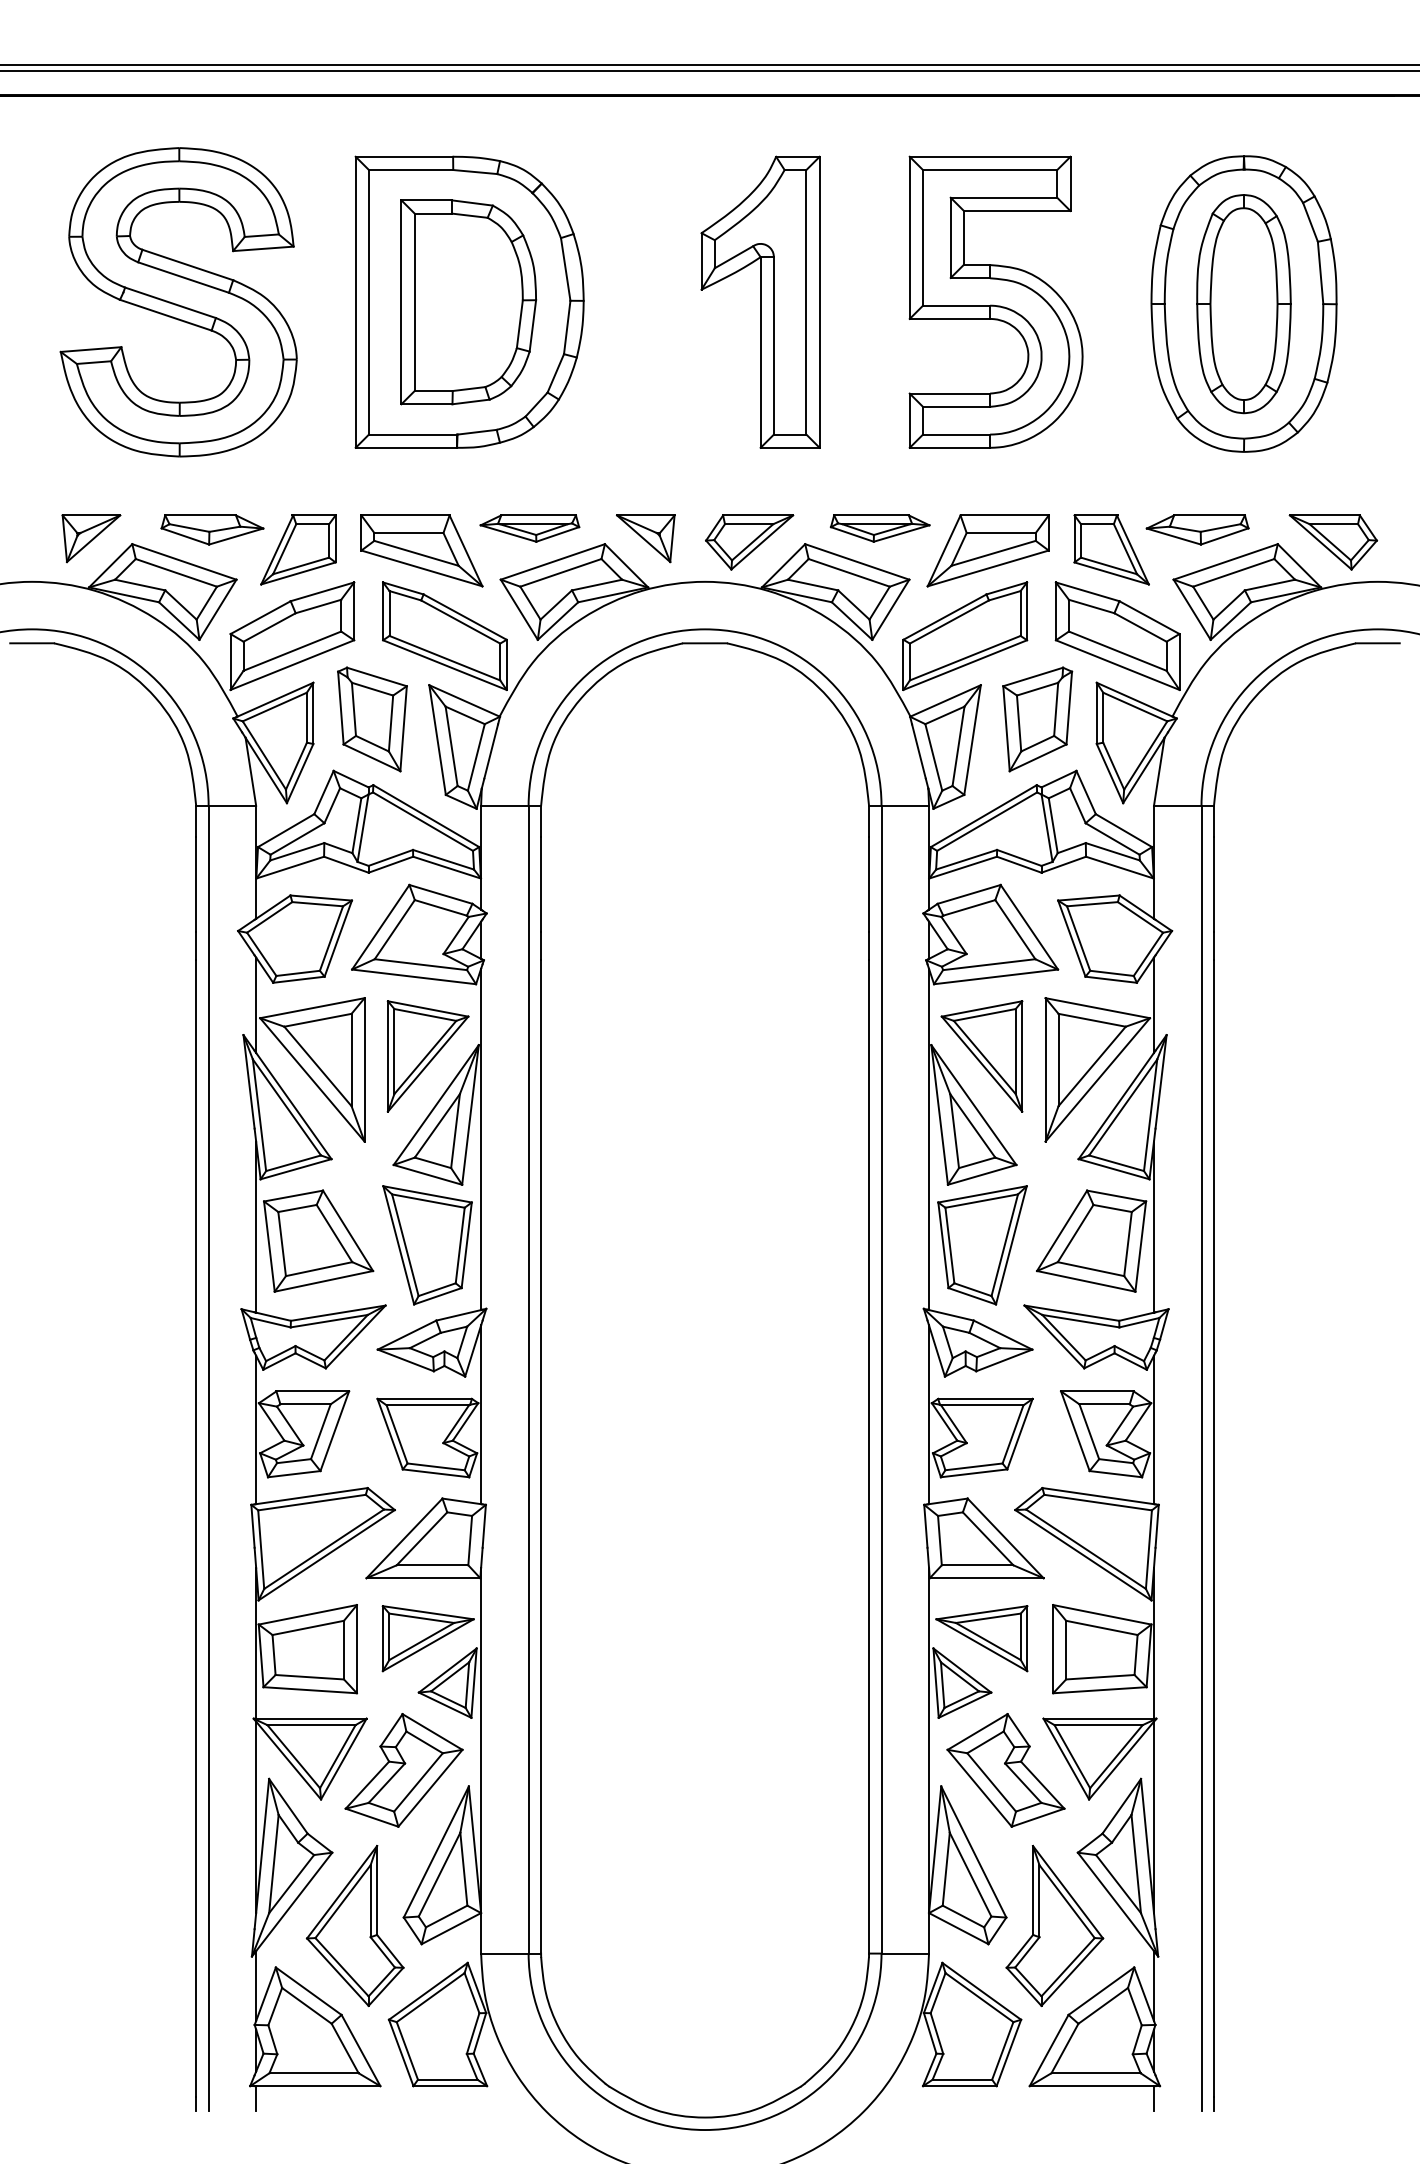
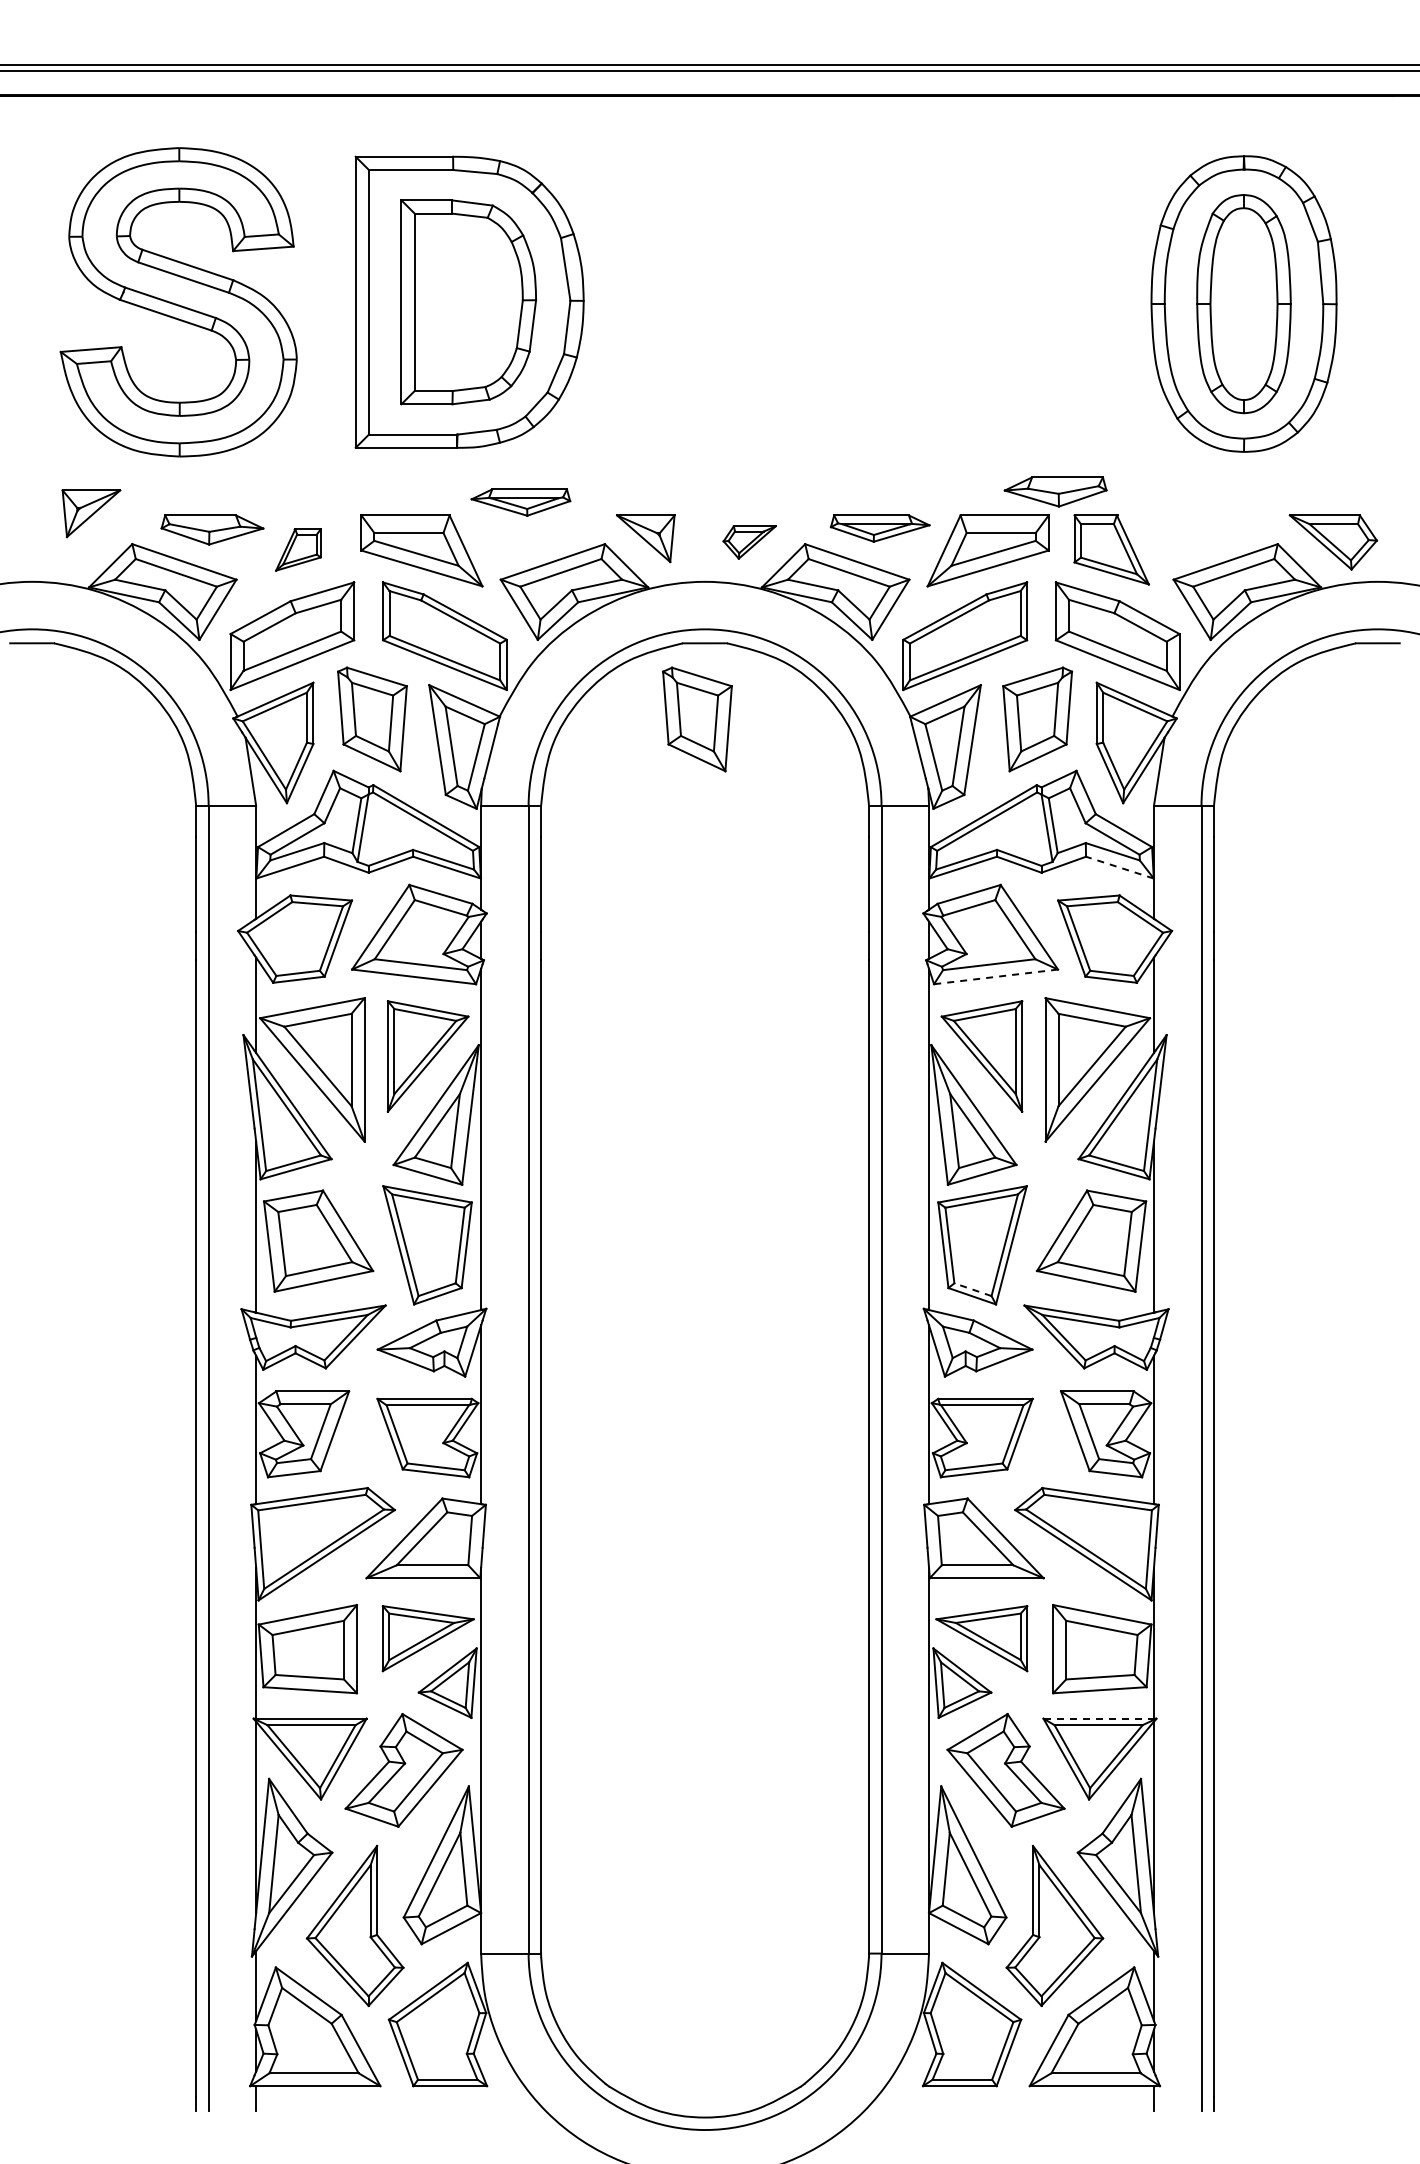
part at (760, 301): present -> none
part at (995, 301): present -> none
part at (529, 528) position: (529, 528) -> (520, 502)
part at (1197, 529) position: (1197, 529) -> (1055, 491)
part at (91, 538) position: (91, 538) -> (91, 513)
part at (749, 542) size: 90x57 px -> 55x35 px
part at (298, 549) size: 77x72 px -> 47x44 px
part at (697, 719): none -> present
line at (1119, 867): solid -> dashed
line at (995, 976): solid -> dashed
line at (972, 1289): solid -> dashed
line at (1099, 1718): solid -> dashed
